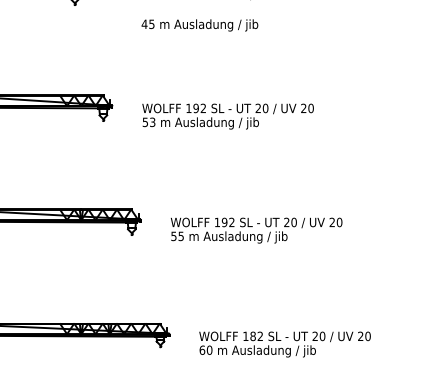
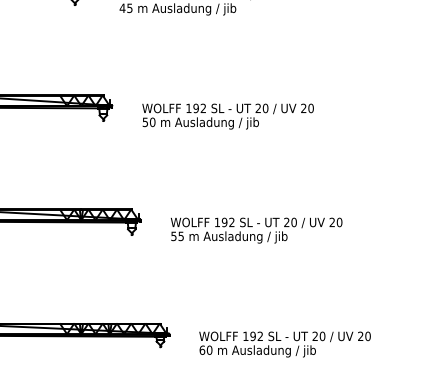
text at (199, 25) position: (199, 25) -> (177, 9)
text at (152, 122): 53 -> 50
text at (252, 336): 182 -> 192
